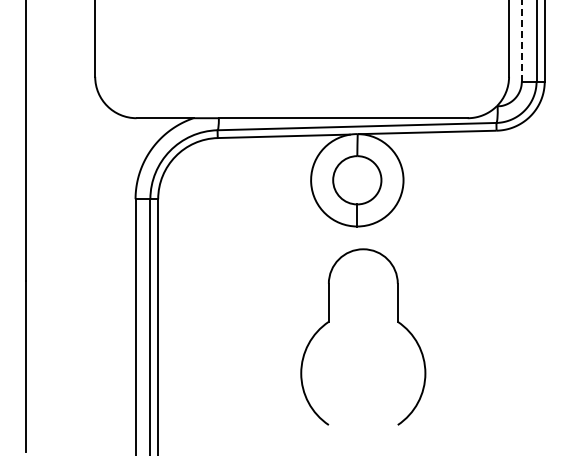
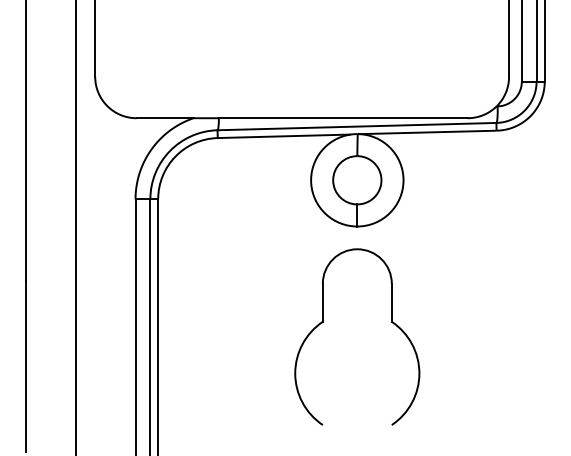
line at (521, 40): dashed -> solid
line at (75, 227): none -> present
part at (329, 322) position: (329, 322) -> (323, 322)
